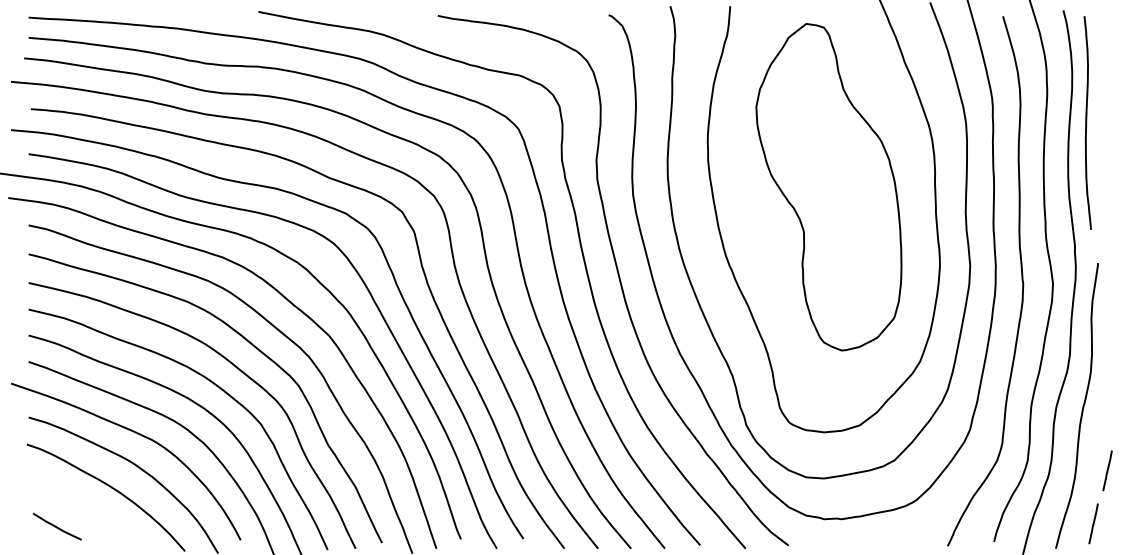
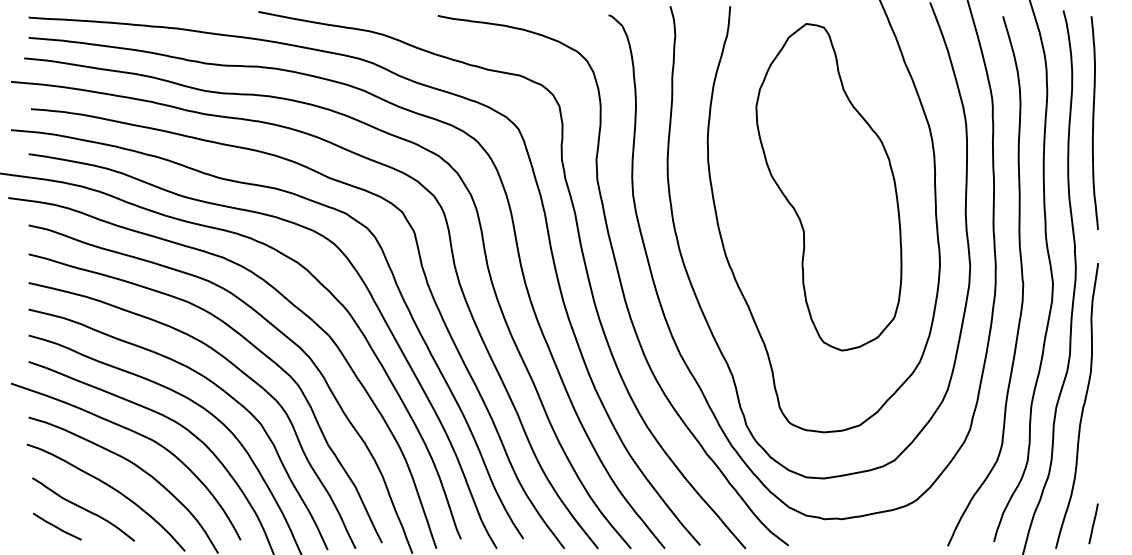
curve at (1087, 122) position: (1087, 122) -> (1094, 122)
line at (1107, 470): present -> none
curve at (83, 509): none -> present
